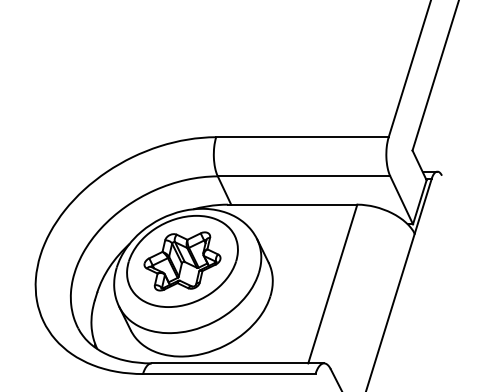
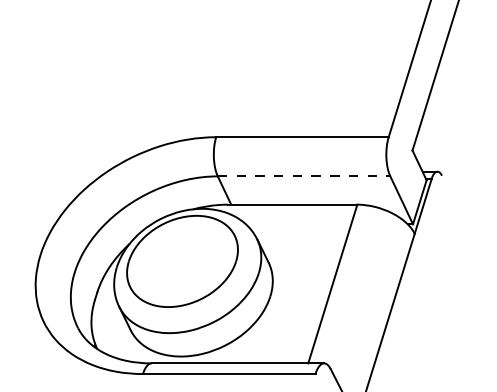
line at (304, 176): solid -> dashed
part at (182, 261): present -> none
